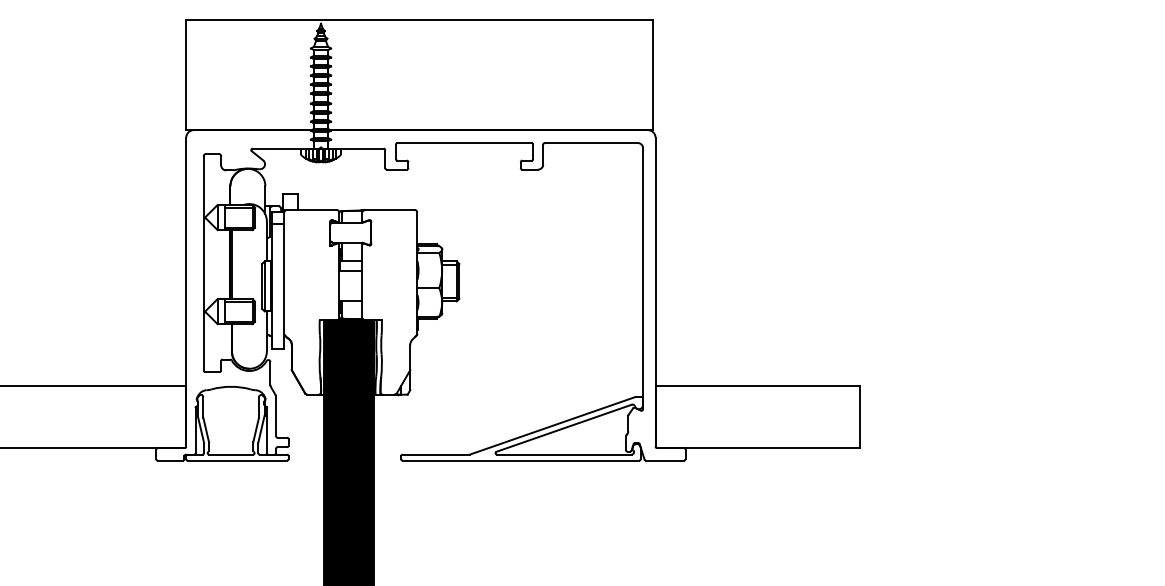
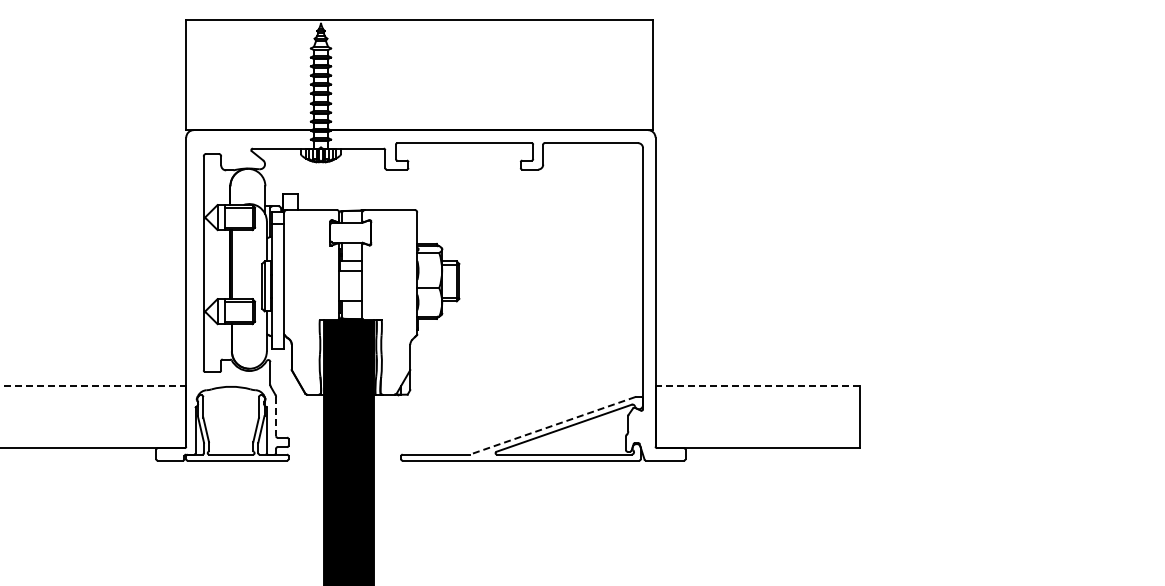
line at (93, 385): solid -> dashed
line at (757, 385): solid -> dashed
line at (276, 417): solid -> dashed
line at (552, 425): solid -> dashed
